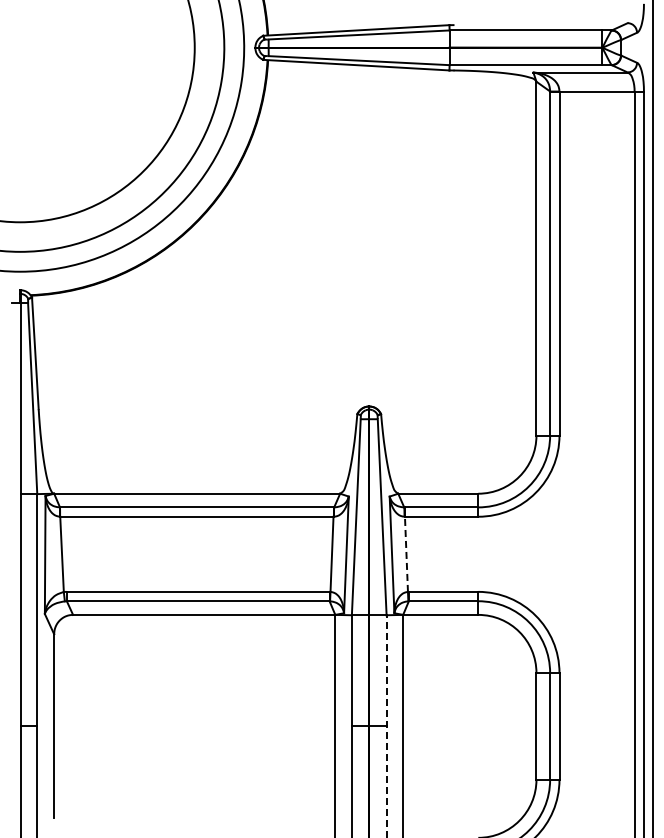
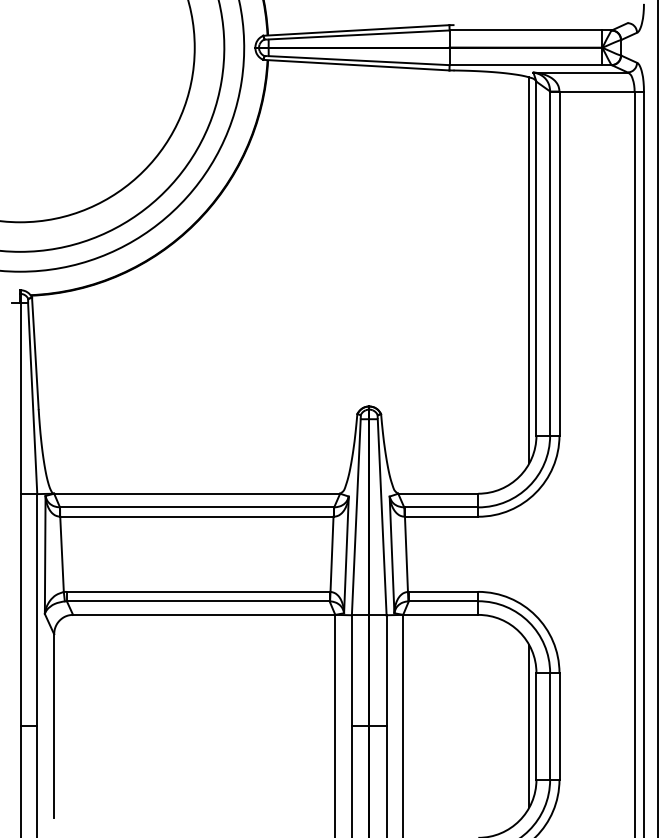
line at (529, 270): none -> present
line at (652, 418) position: (652, 418) -> (657, 418)
line at (406, 554): dashed -> solid
line at (386, 725): dashed -> solid
line at (529, 726): none -> present
